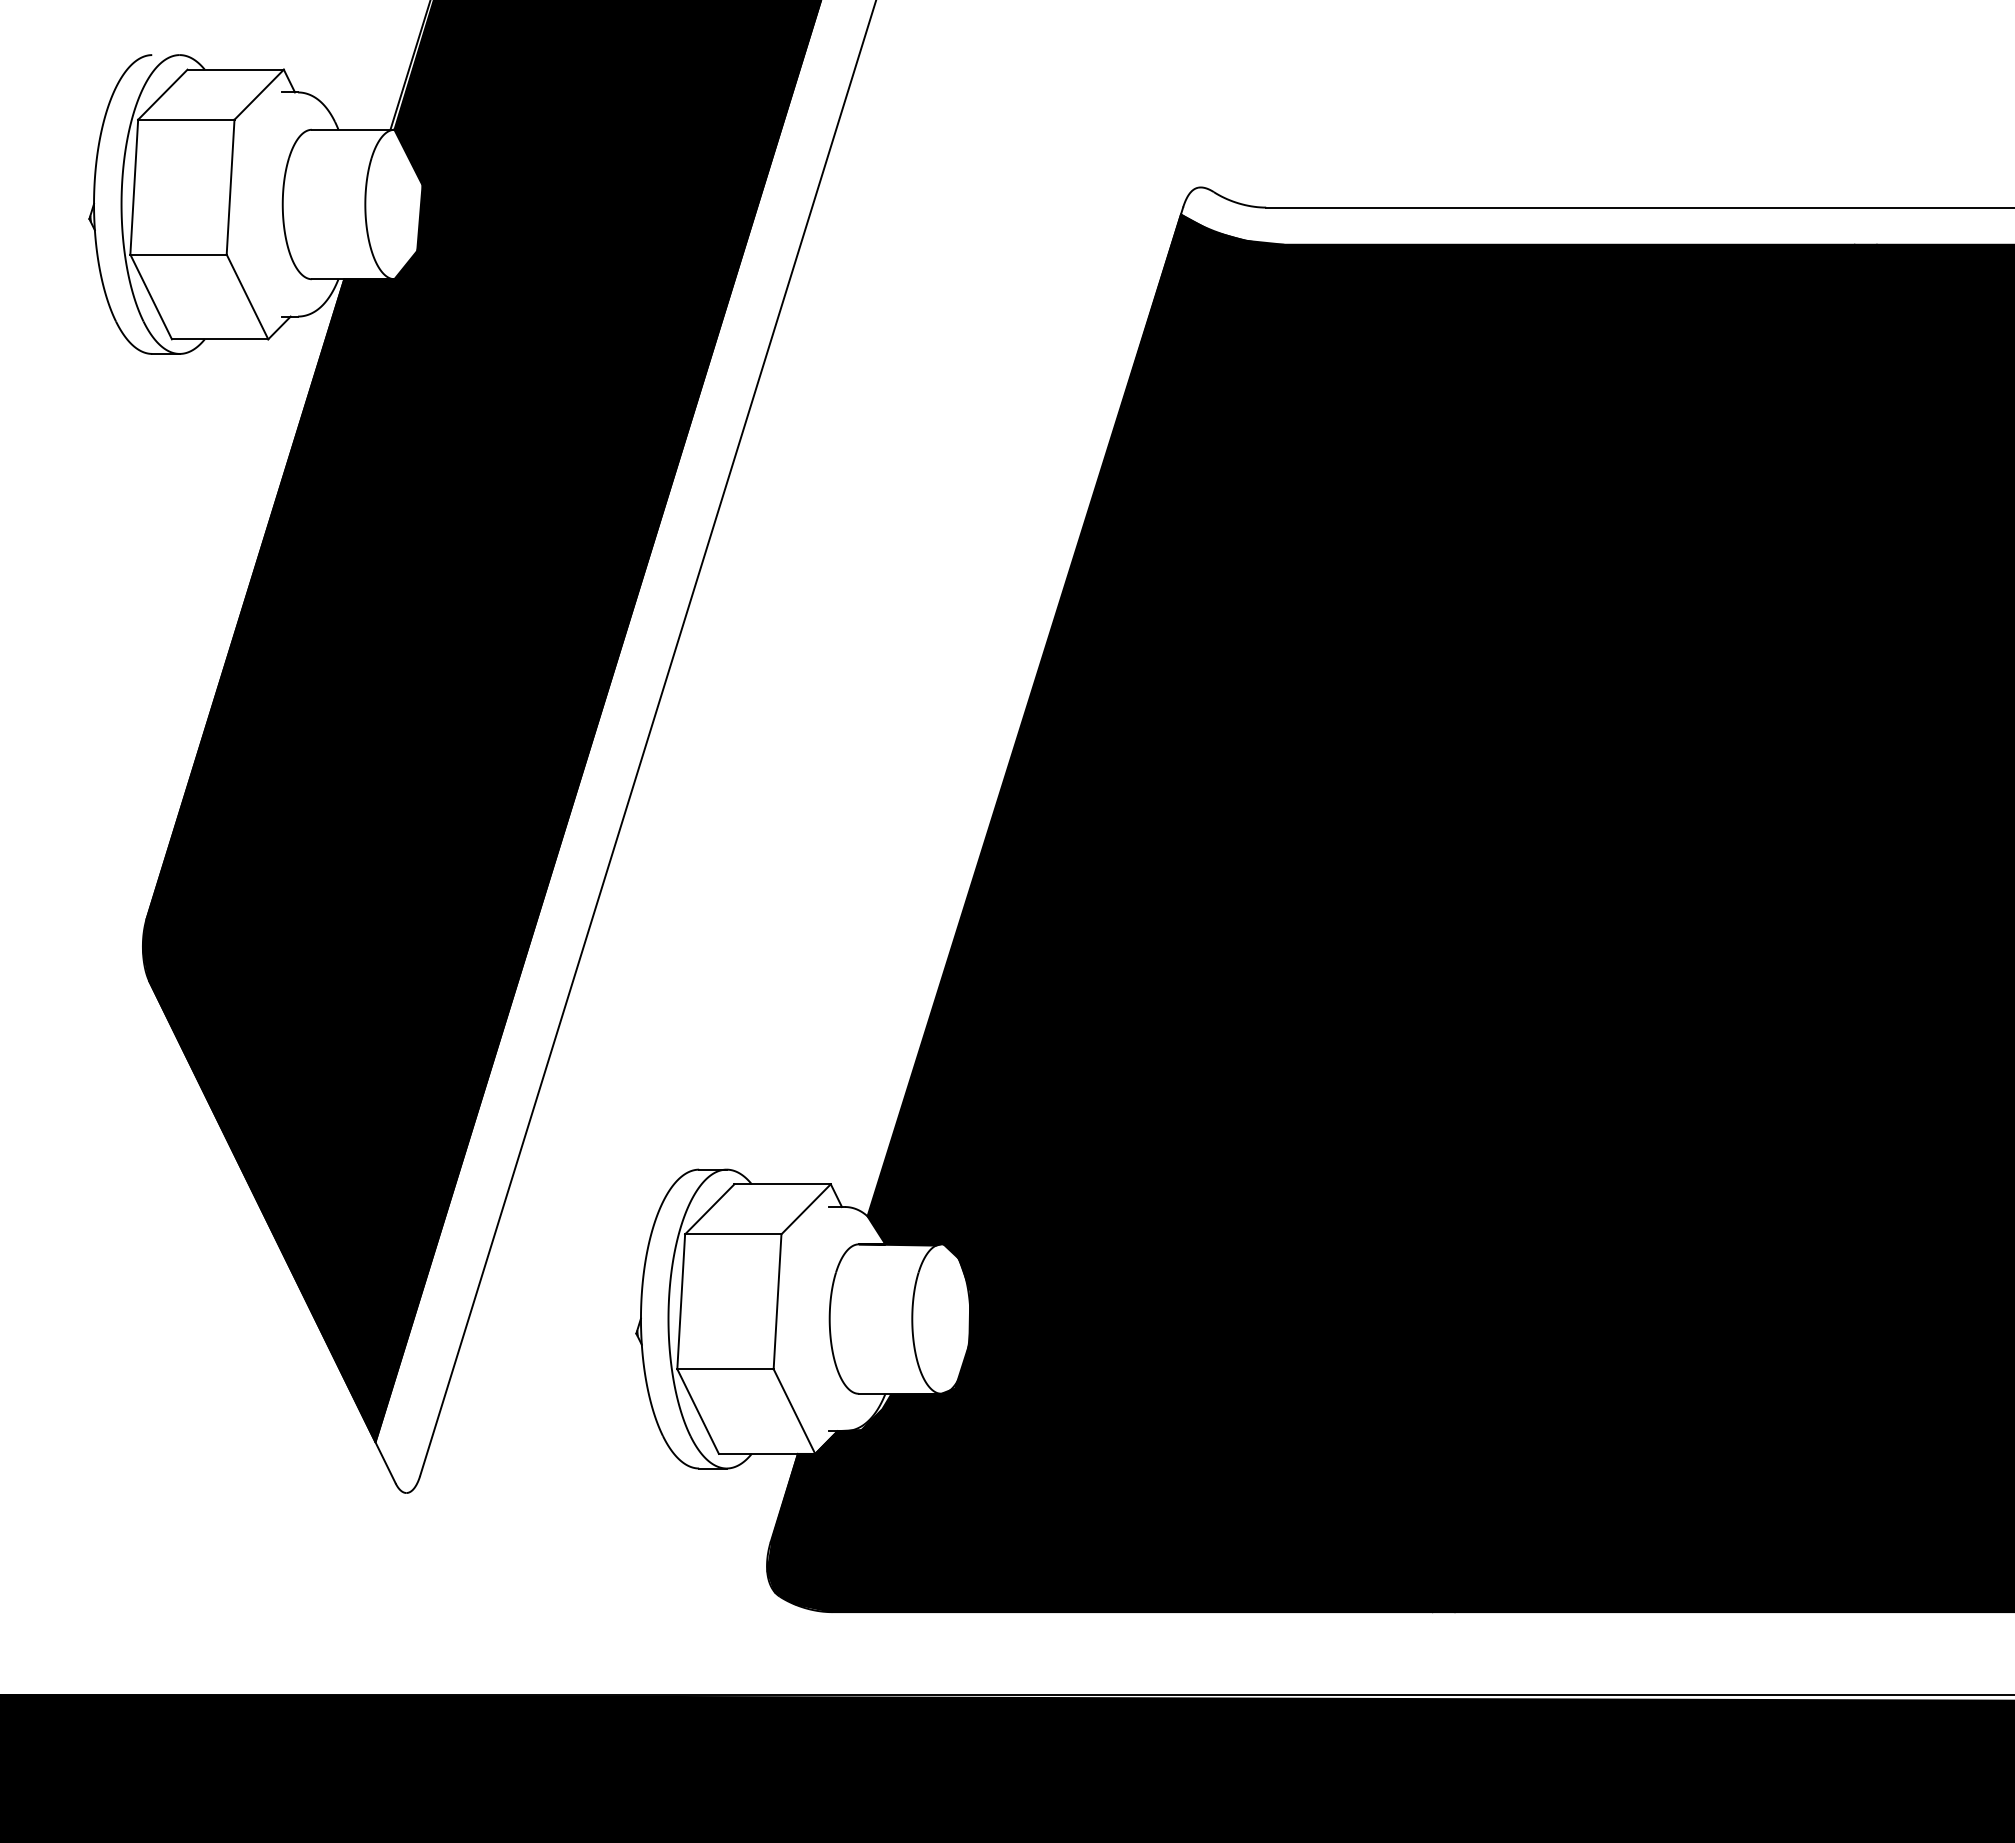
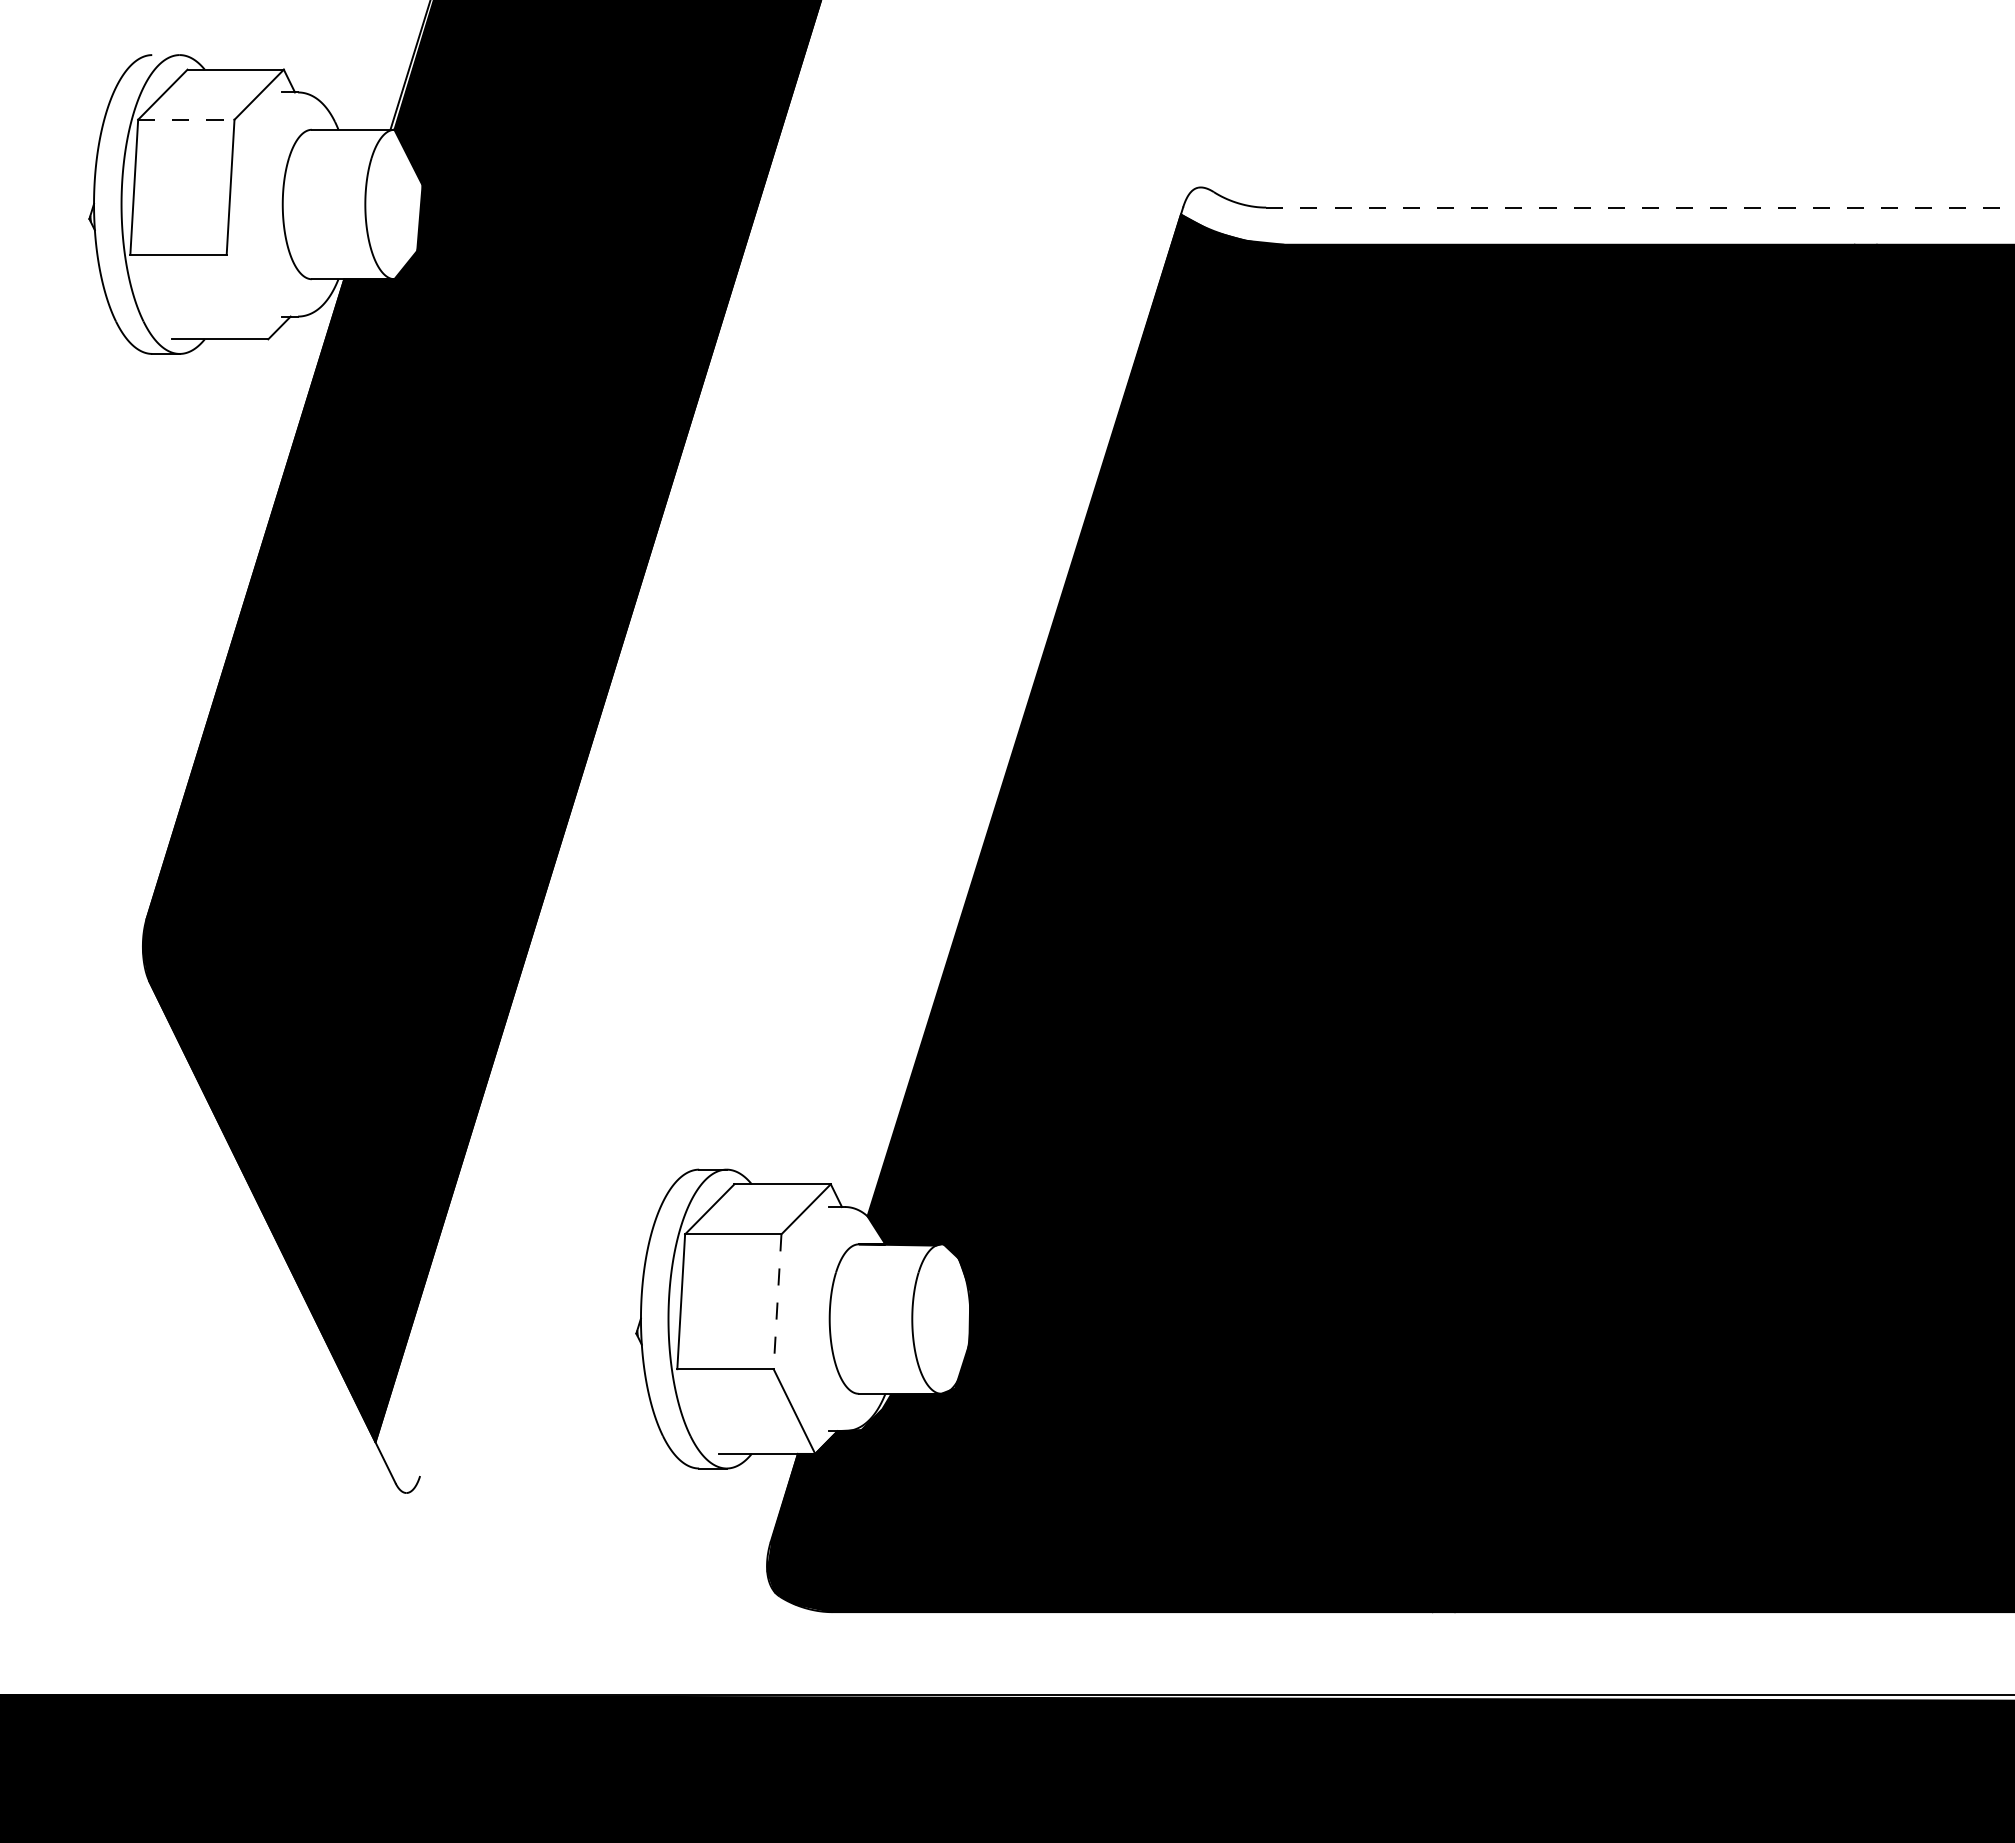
line at (186, 119): solid -> dashed
line at (1641, 207): solid -> dashed
line at (150, 296): present -> none
line at (247, 296): present -> none
line at (647, 739): present -> none
line at (777, 1301): solid -> dashed
line at (697, 1411): present -> none
